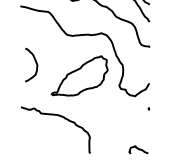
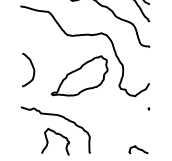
curve at (35, 63) position: (35, 63) -> (32, 68)
curve at (55, 134): none -> present
